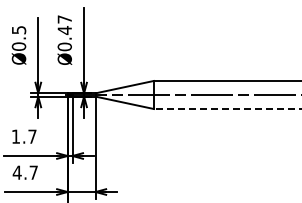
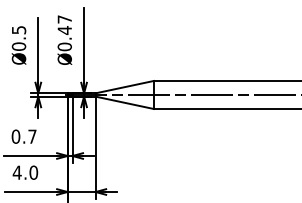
line at (227, 109): dashed -> solid
text at (15, 136): 1.7 -> 0.7
text at (33, 172): 4.7 -> 4.0
